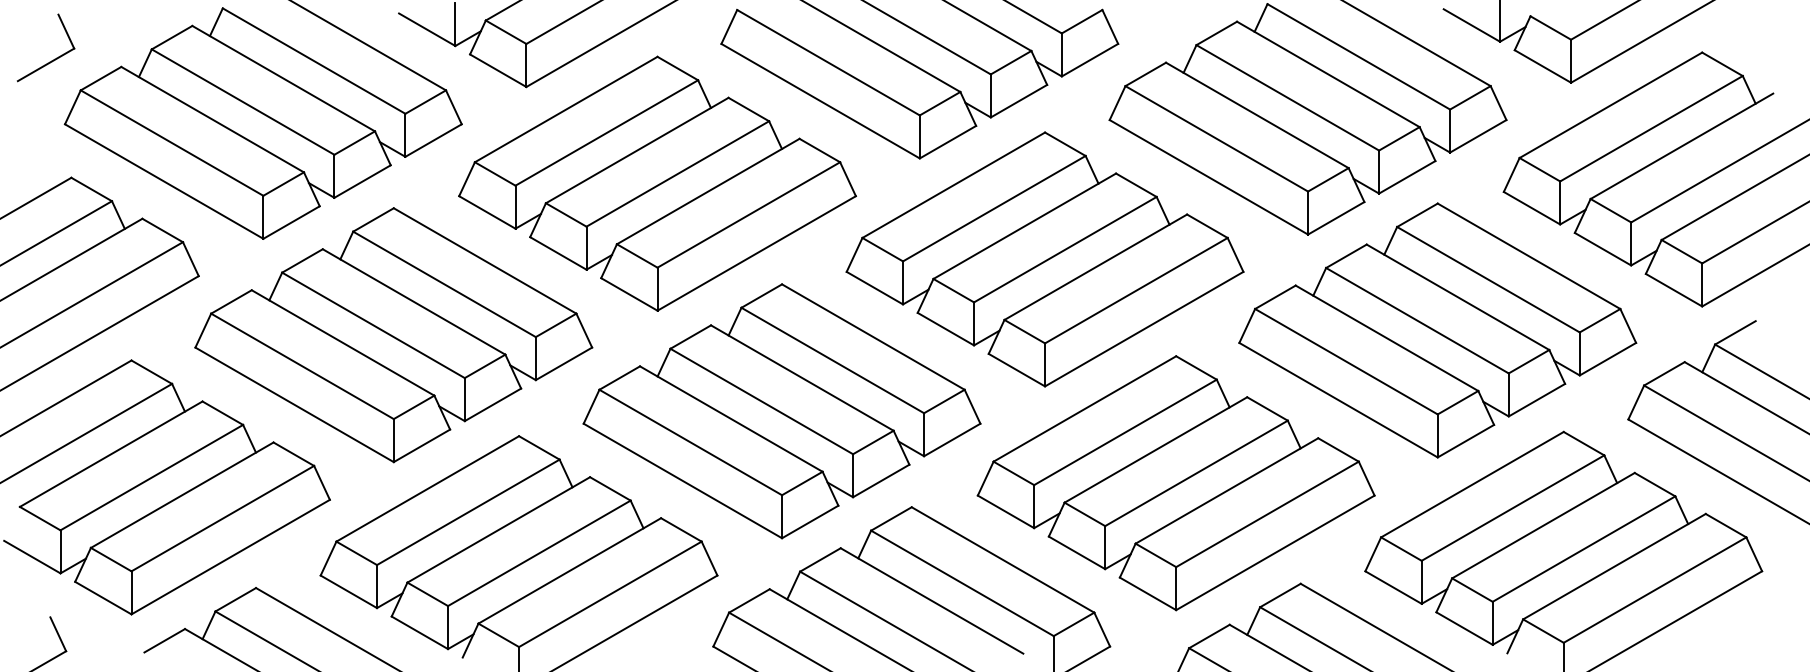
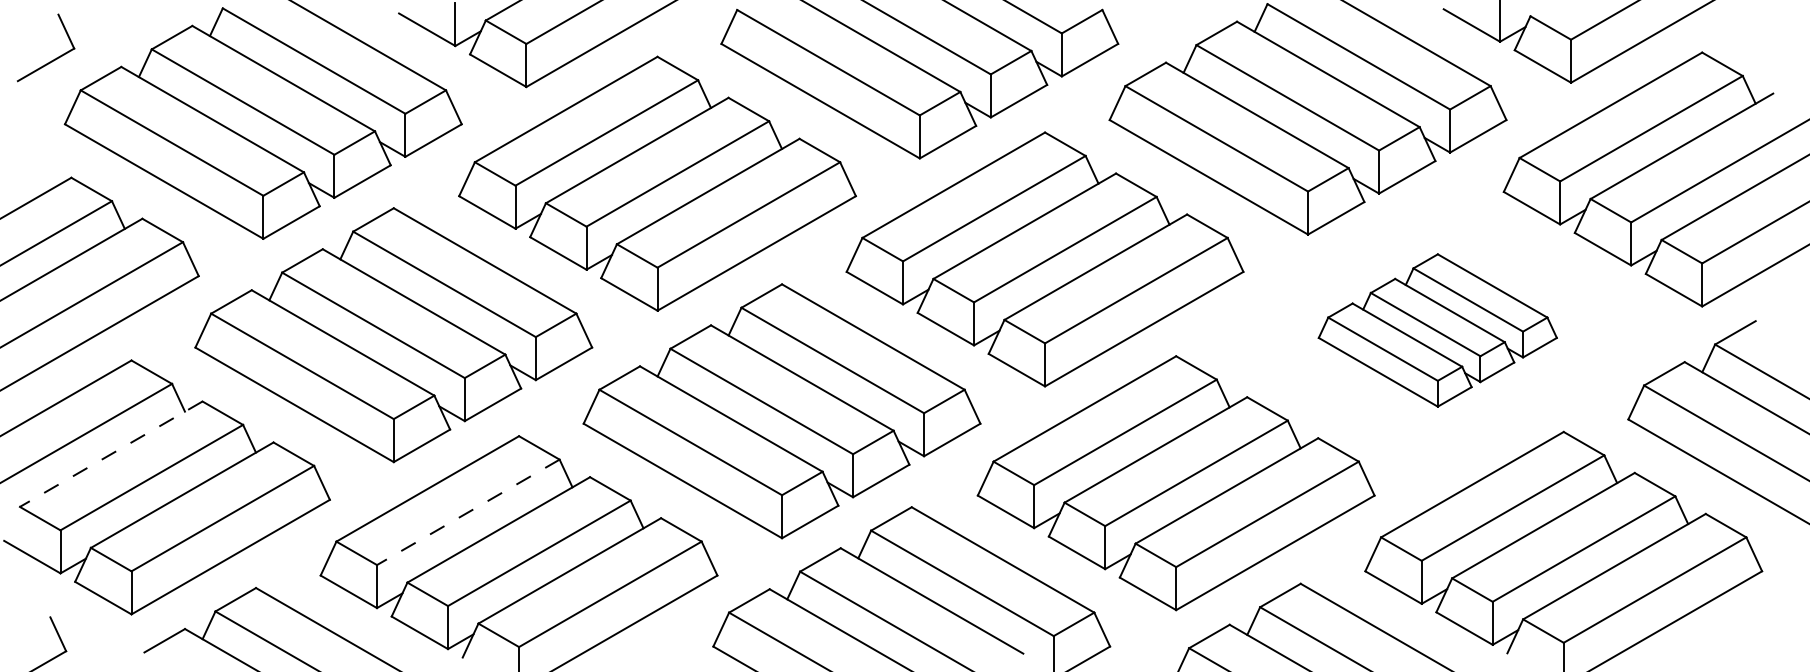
part at (1437, 330) size: 400x257 px -> 241x155 px
line at (110, 454): solid -> dashed
line at (467, 512): solid -> dashed
